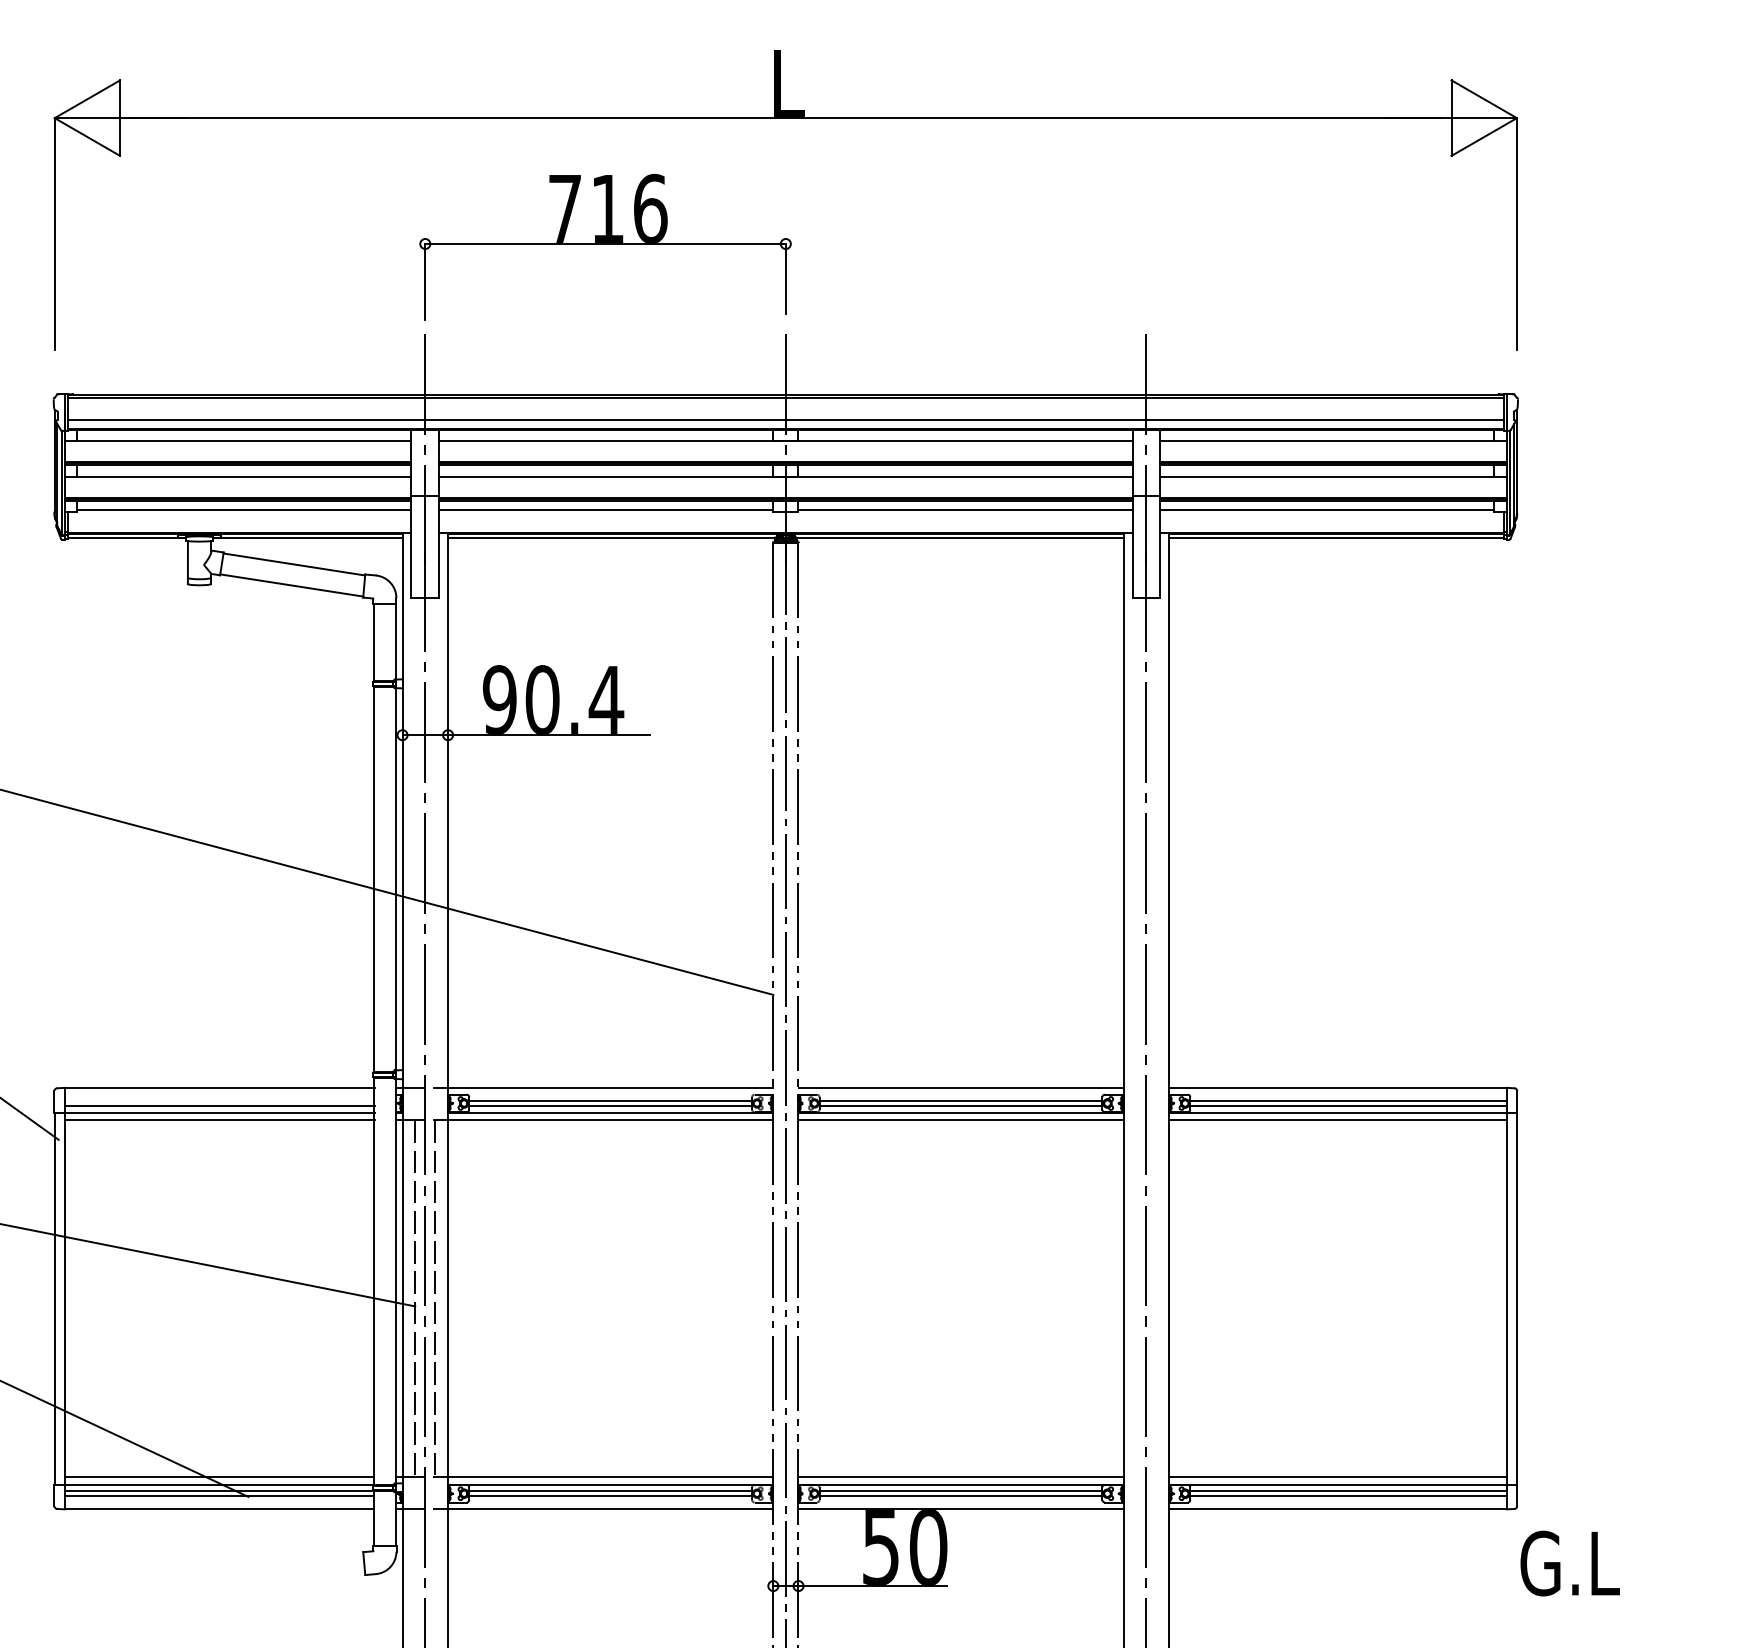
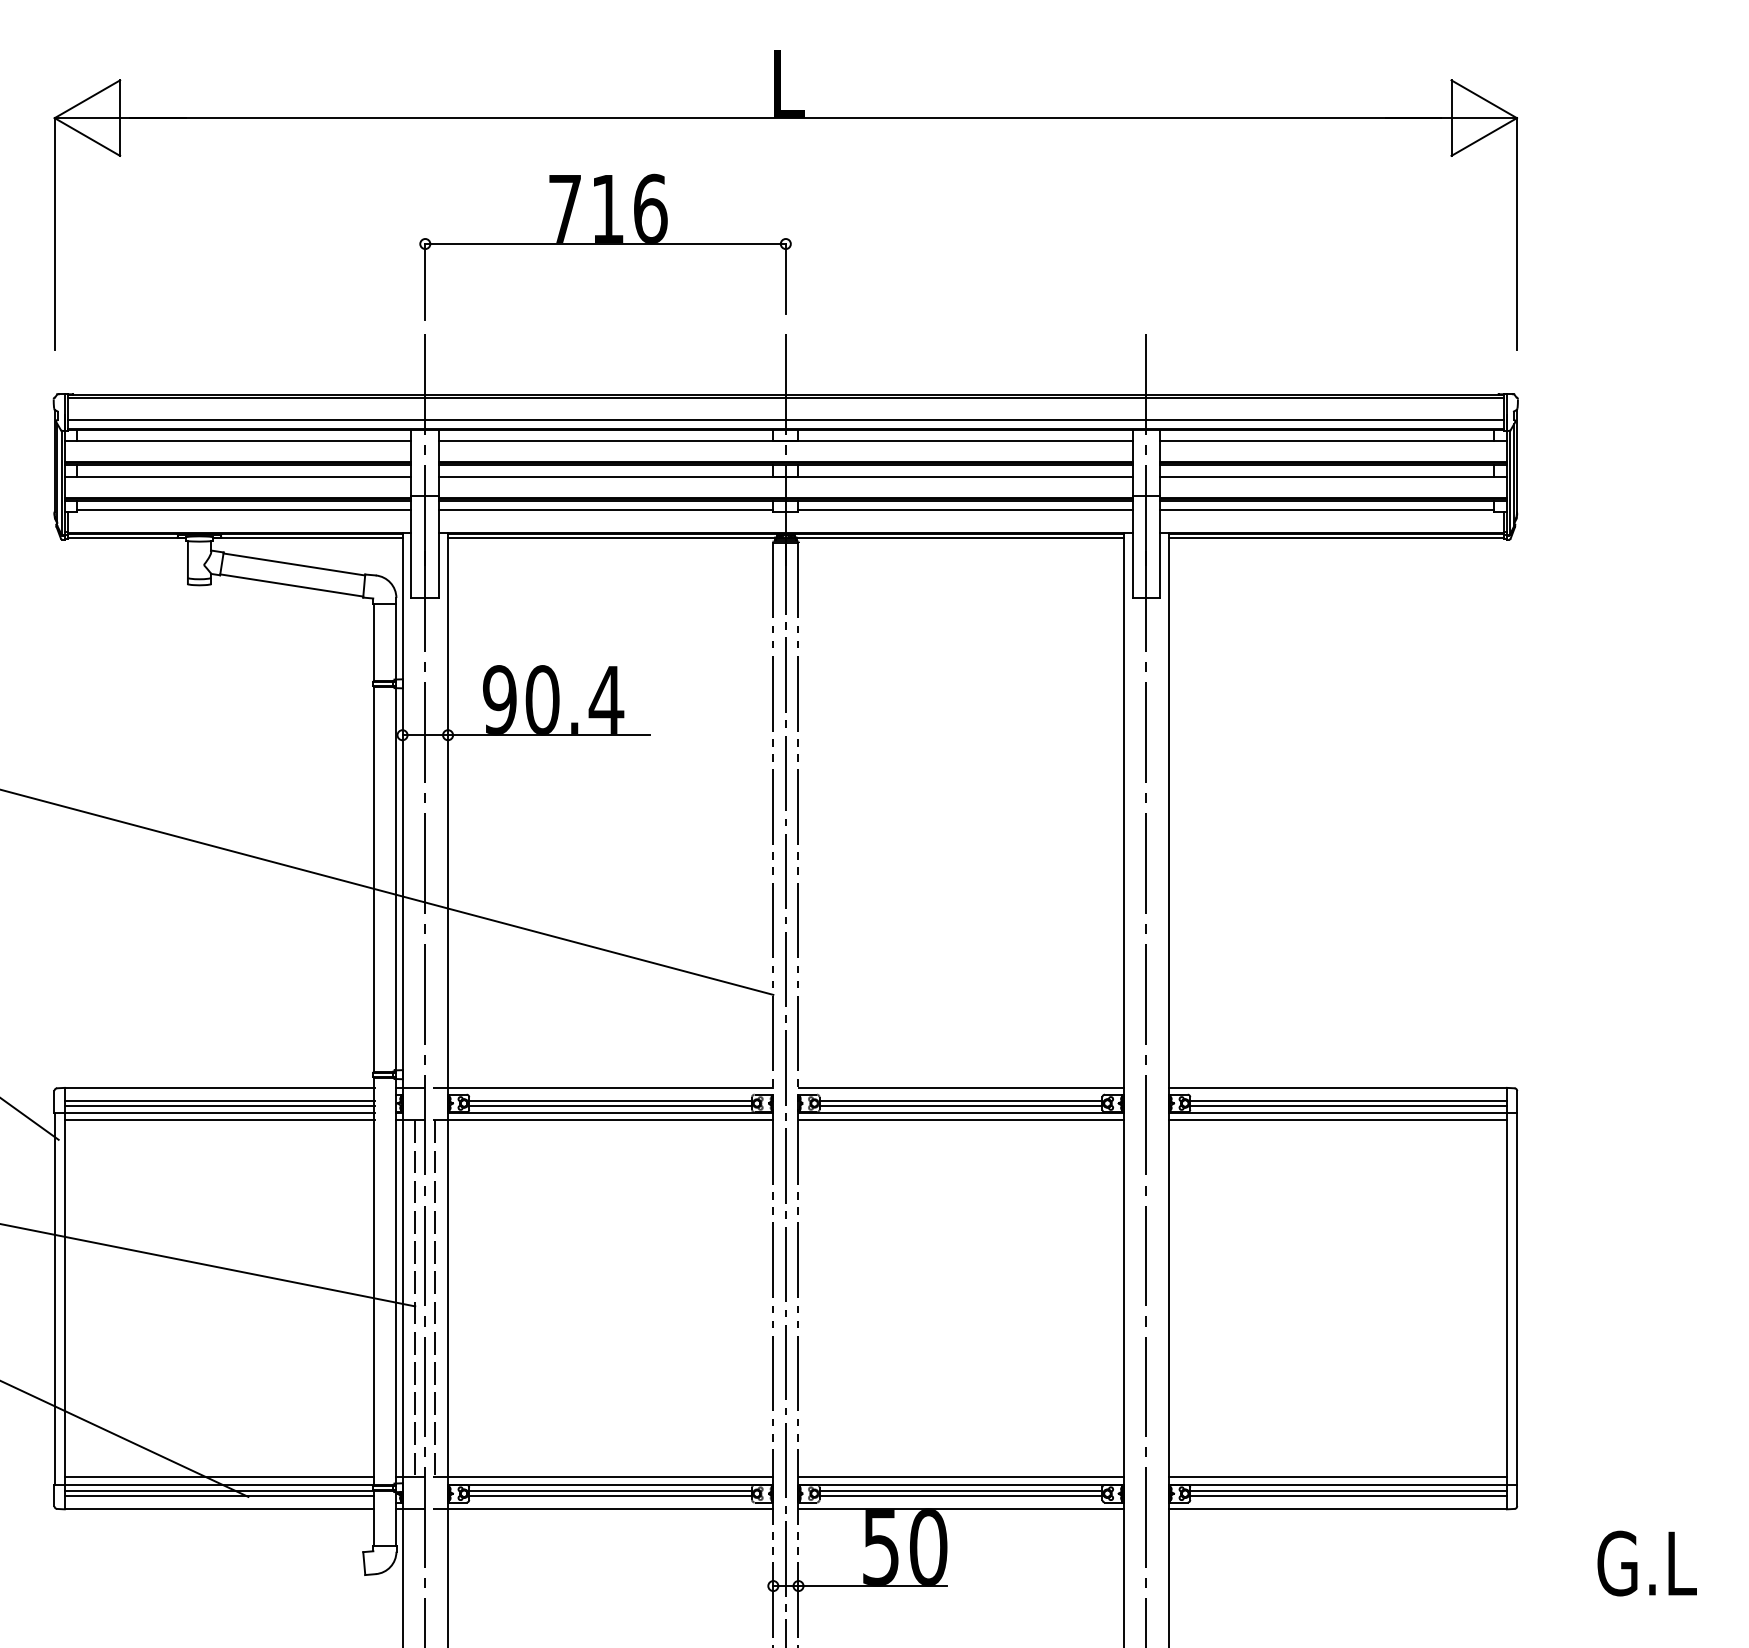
line at (219, 1101): none -> present
text at (1569, 1563) position: (1569, 1563) -> (1646, 1563)
